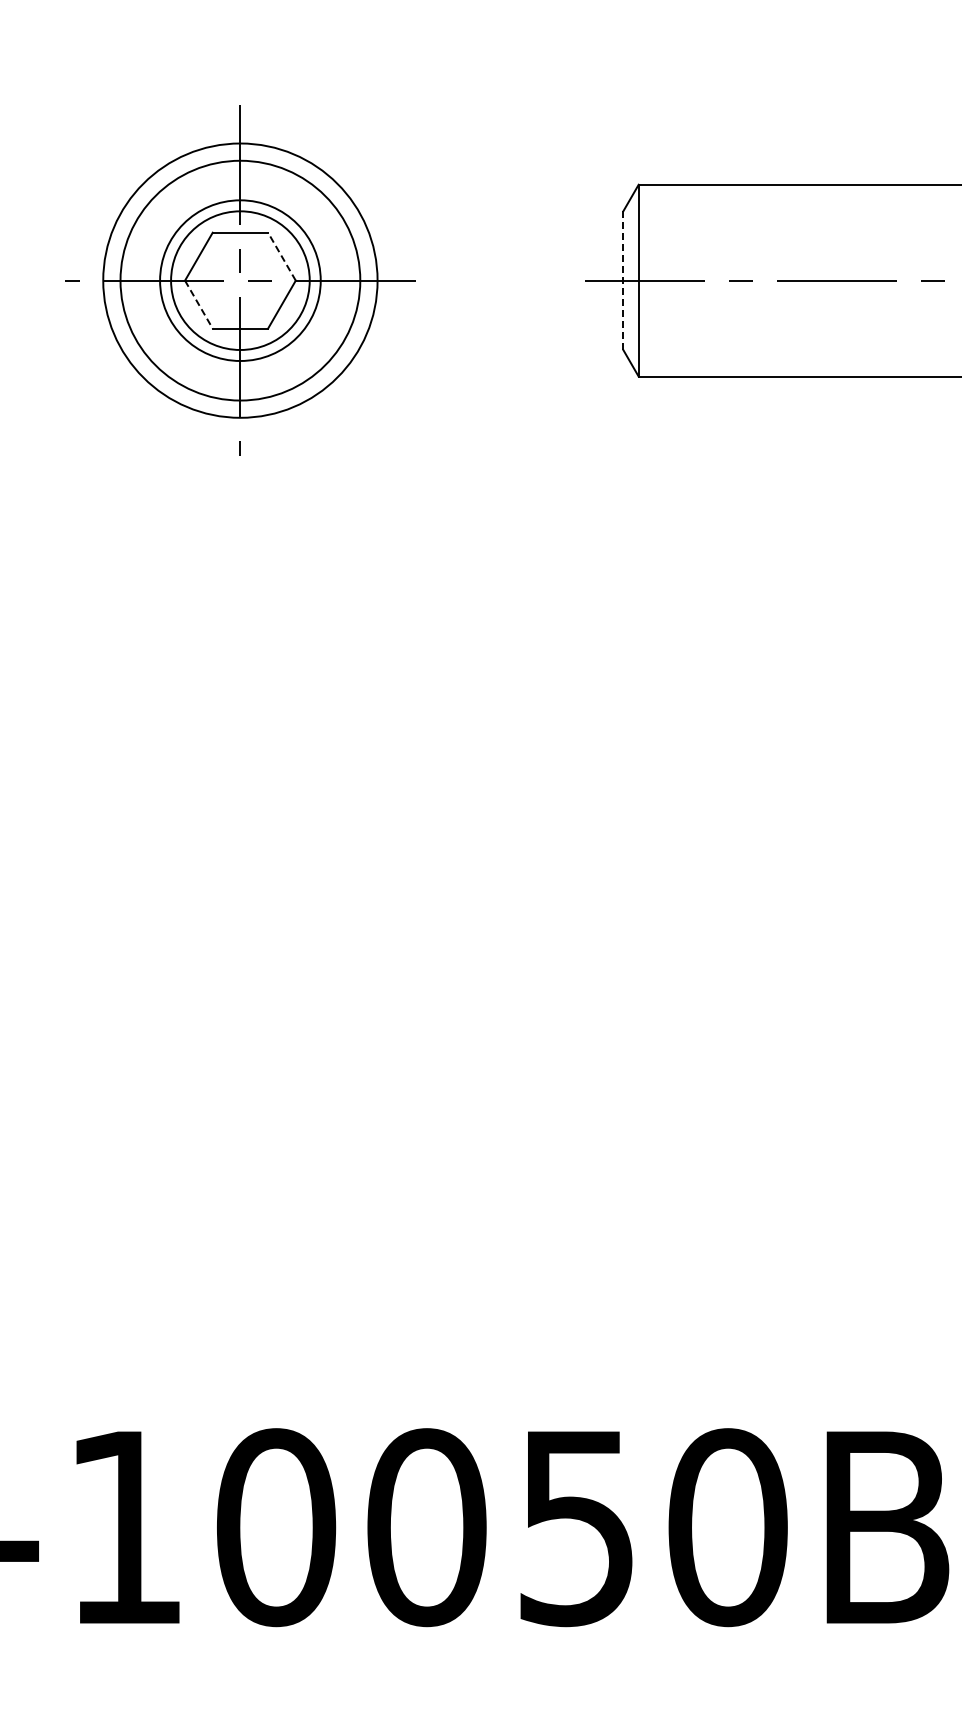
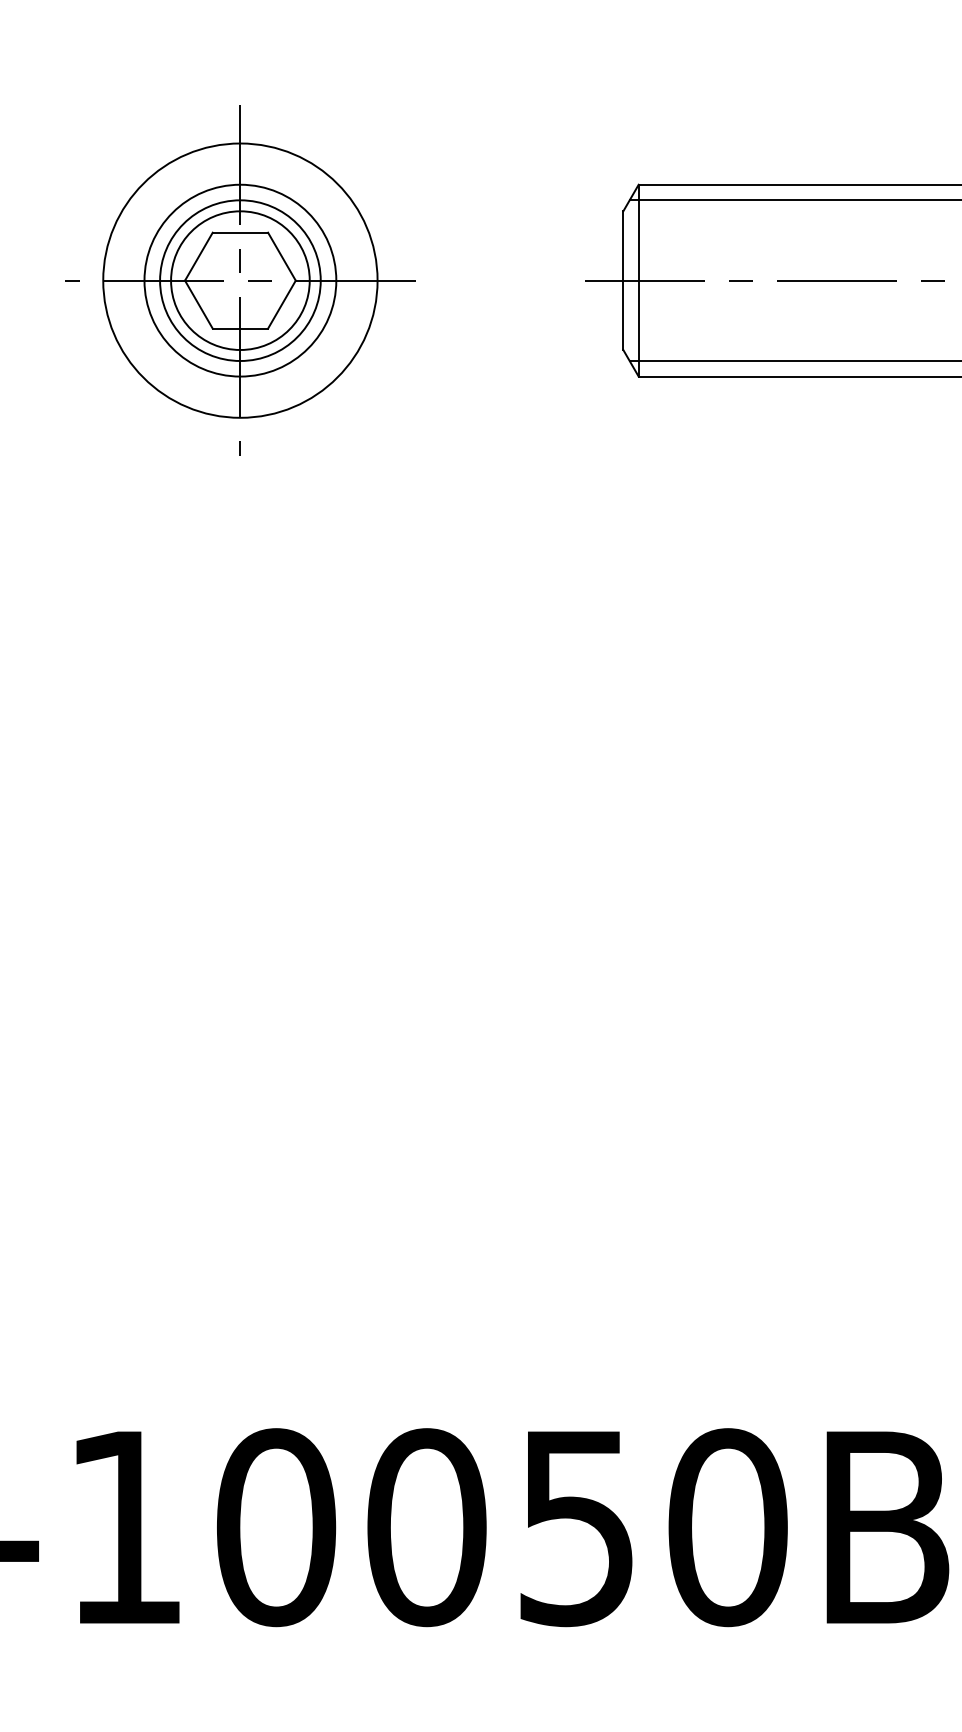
line at (793, 200): none -> present
line at (281, 256): dashed -> solid
circle at (240, 280) diameter: 240 px -> 192 px
line at (623, 280): dashed -> solid
line at (198, 304): dashed -> solid
line at (793, 361): none -> present
